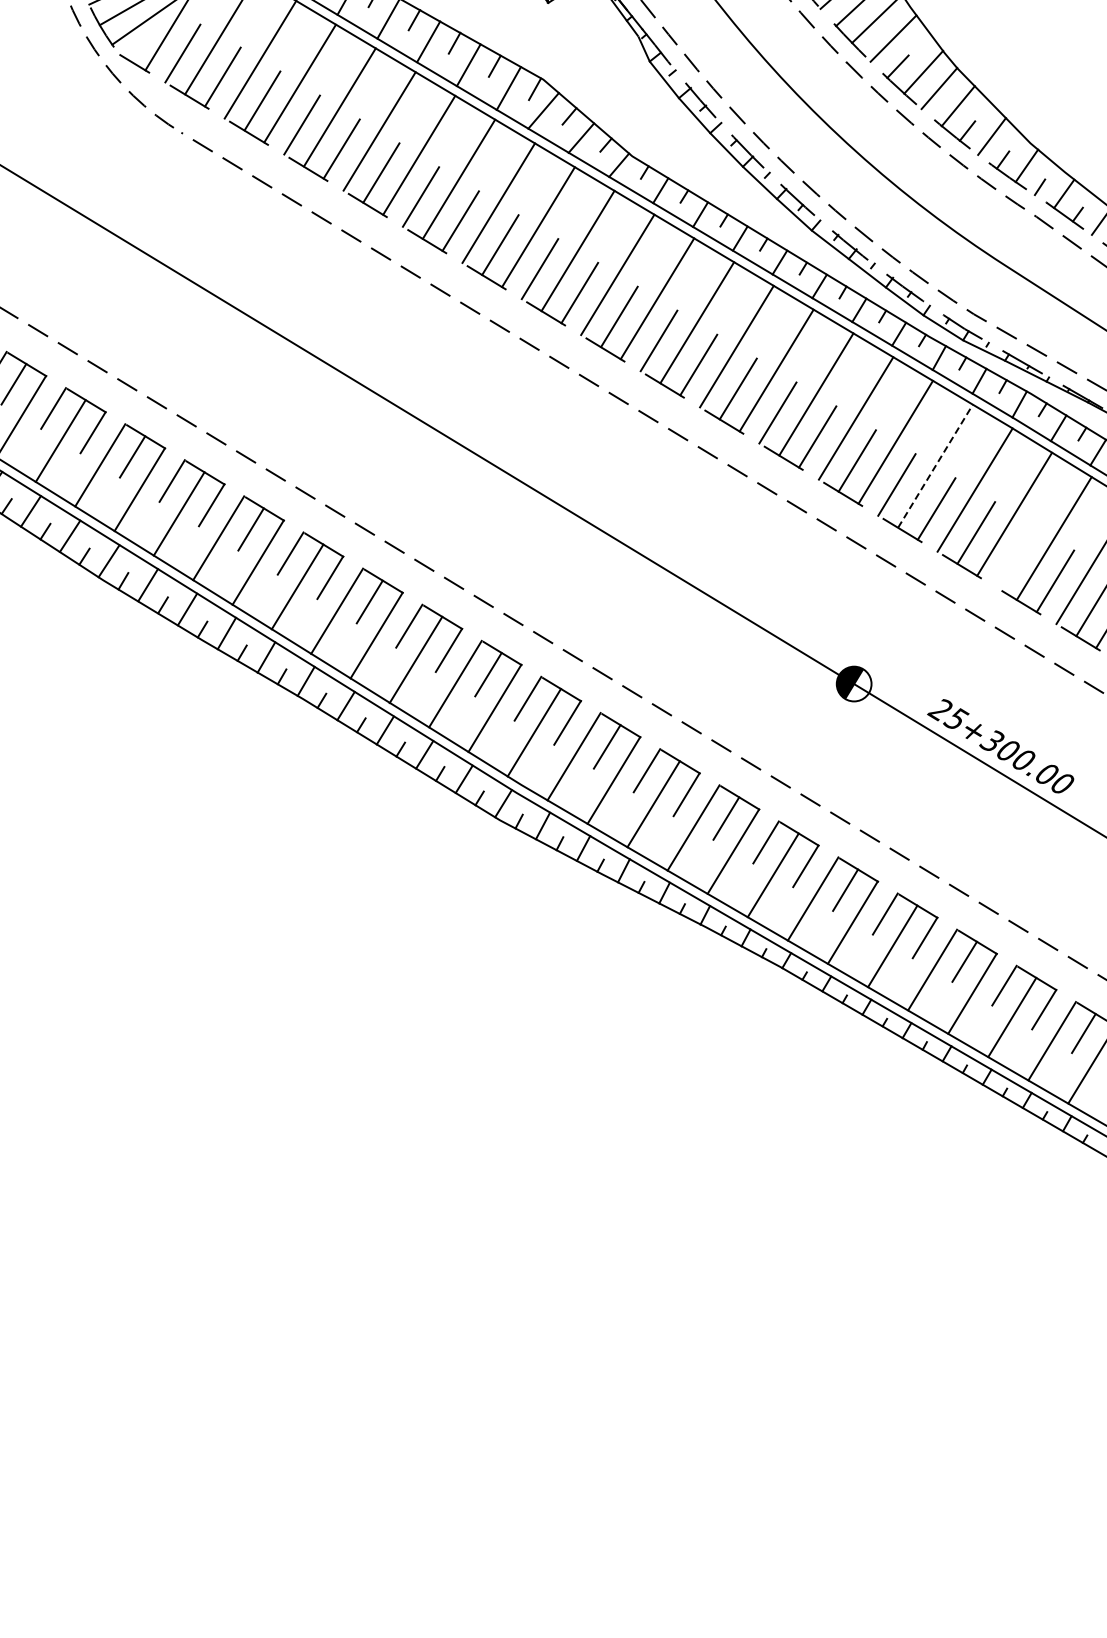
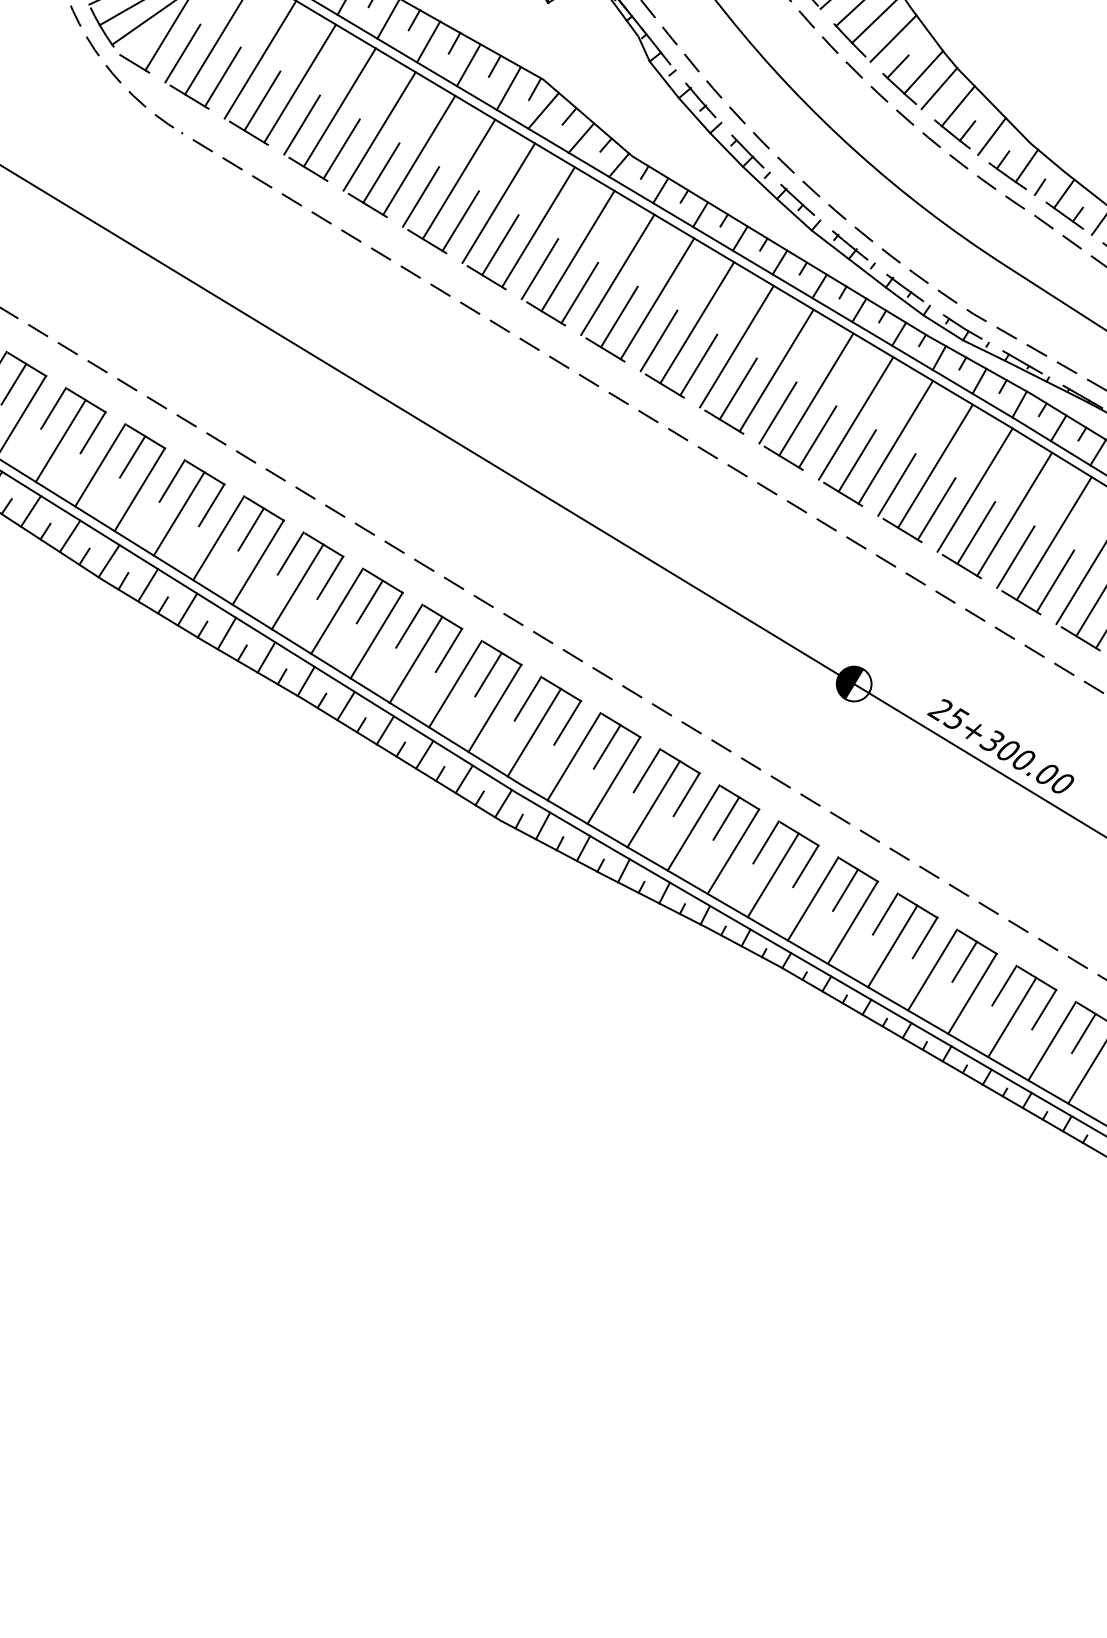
line at (935, 466): dashed -> solid
line at (1015, 556): none -> present
